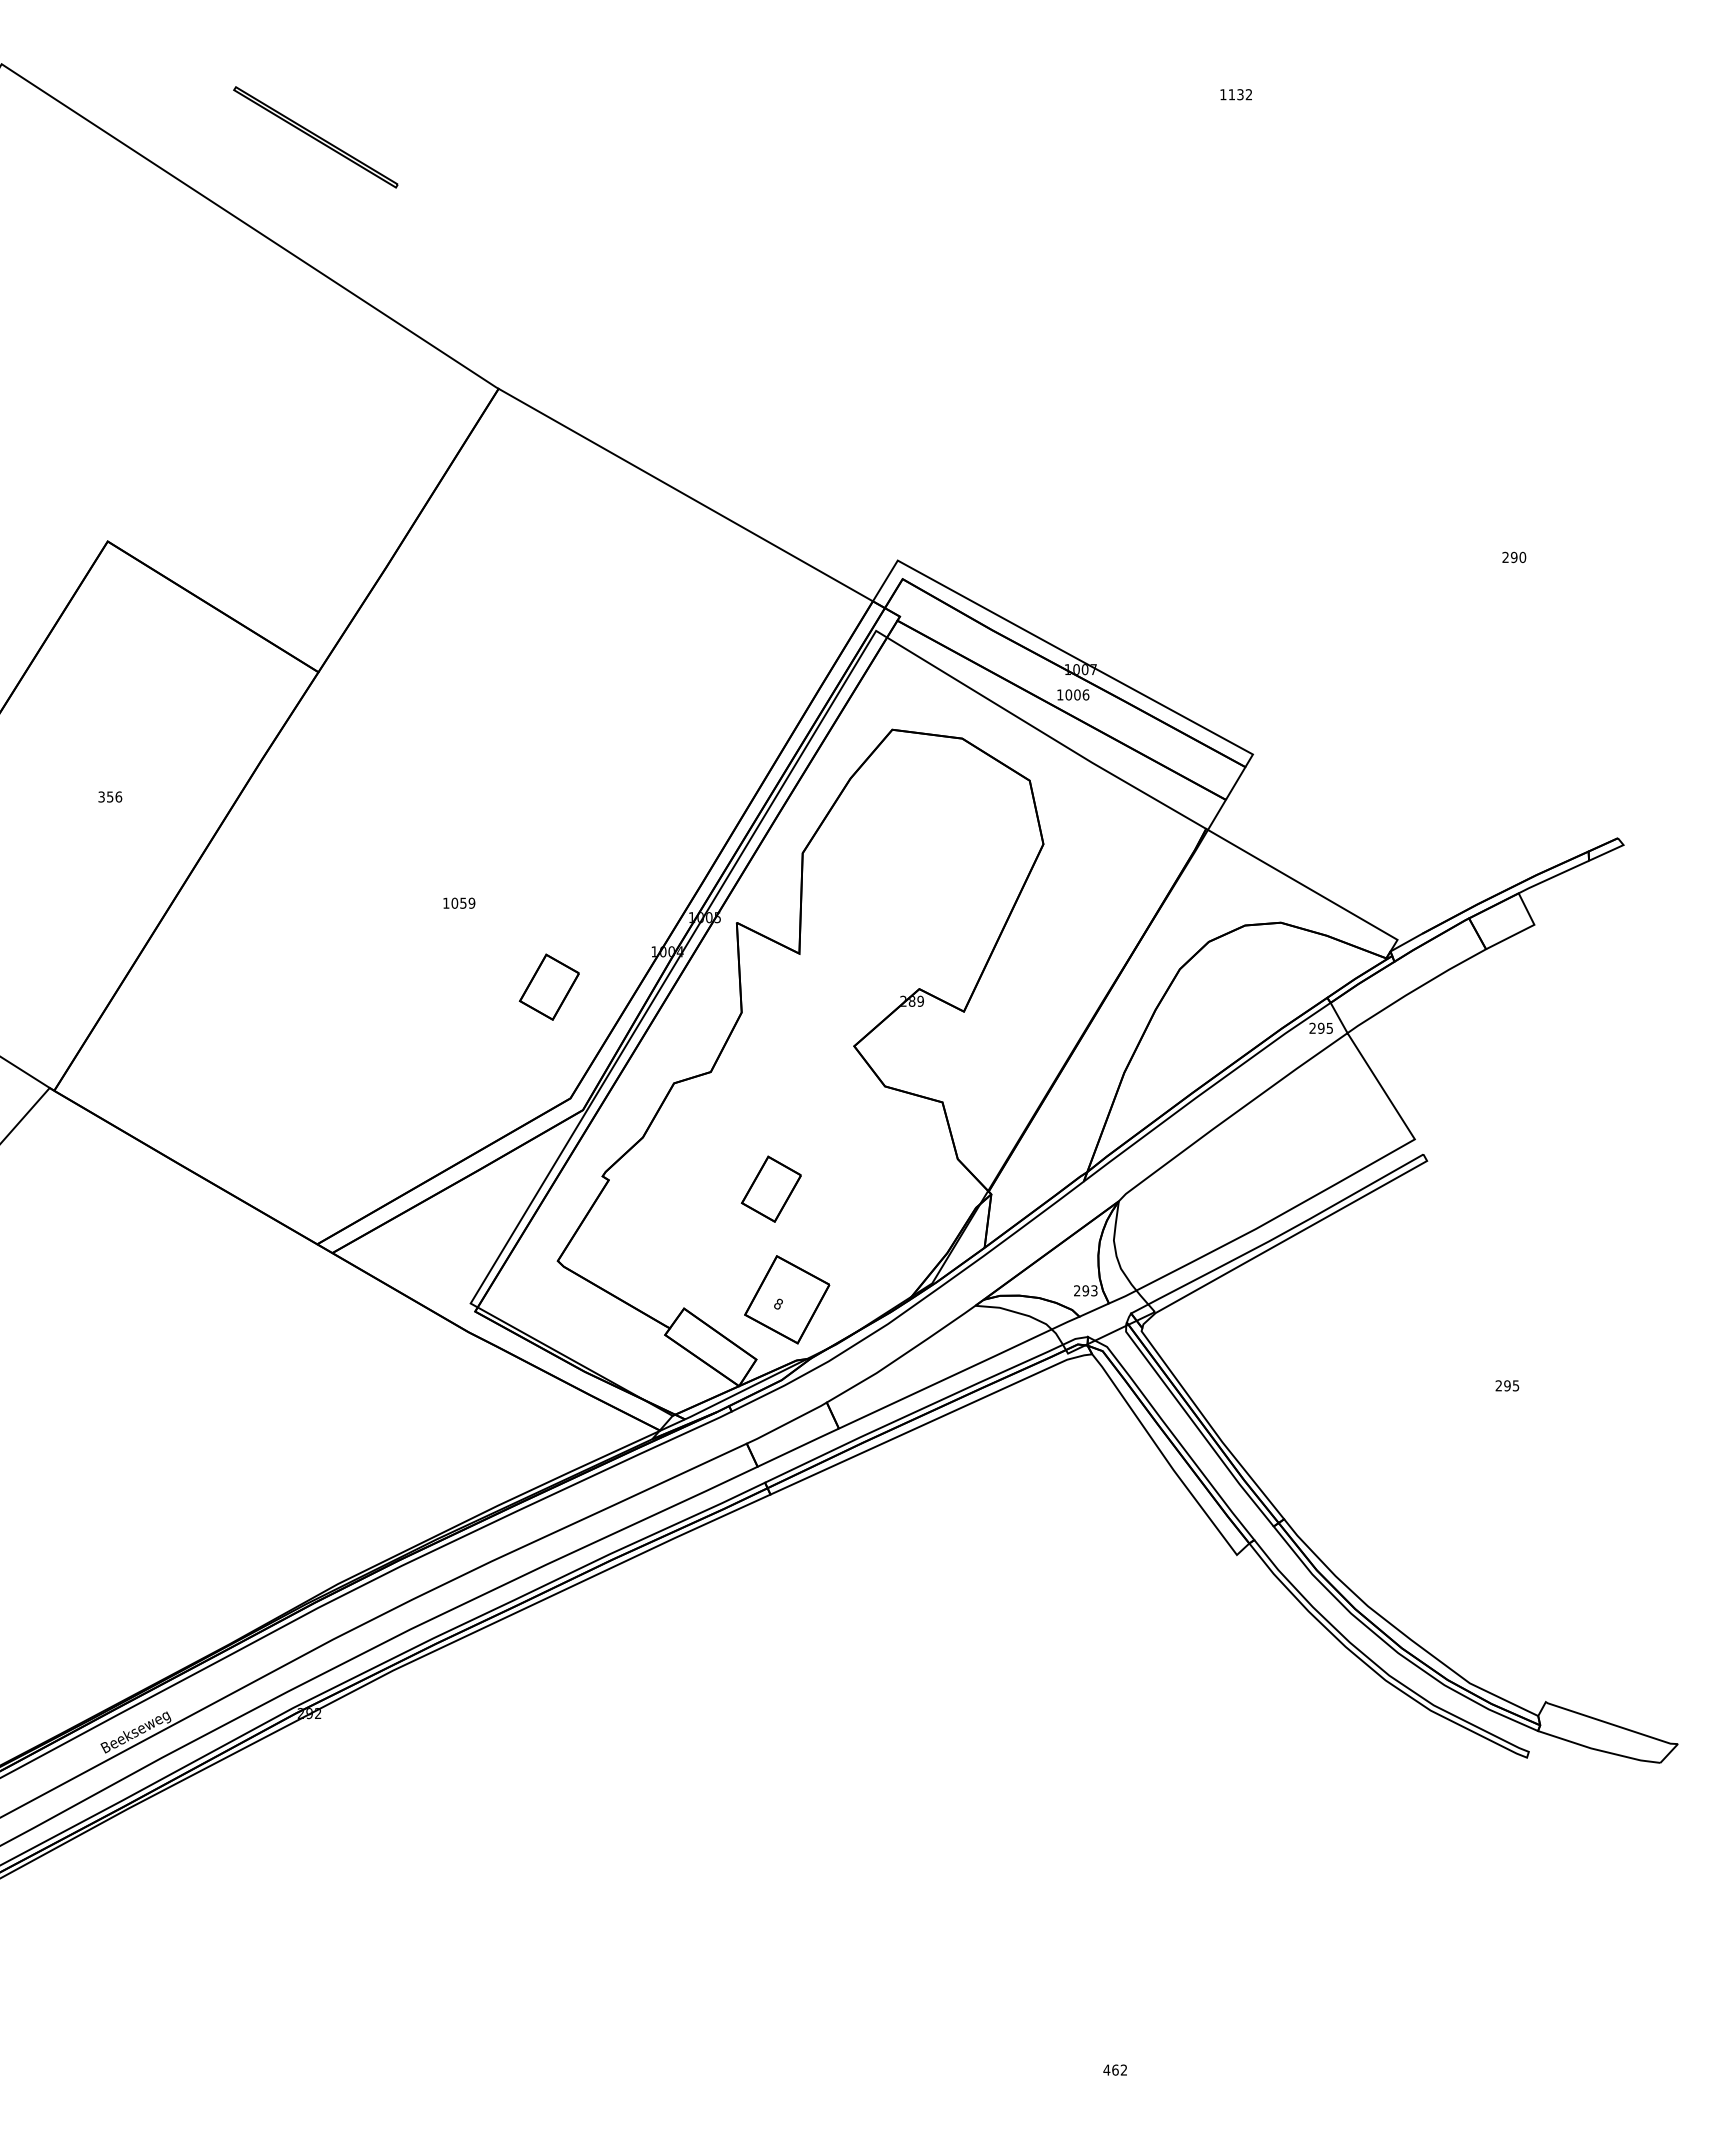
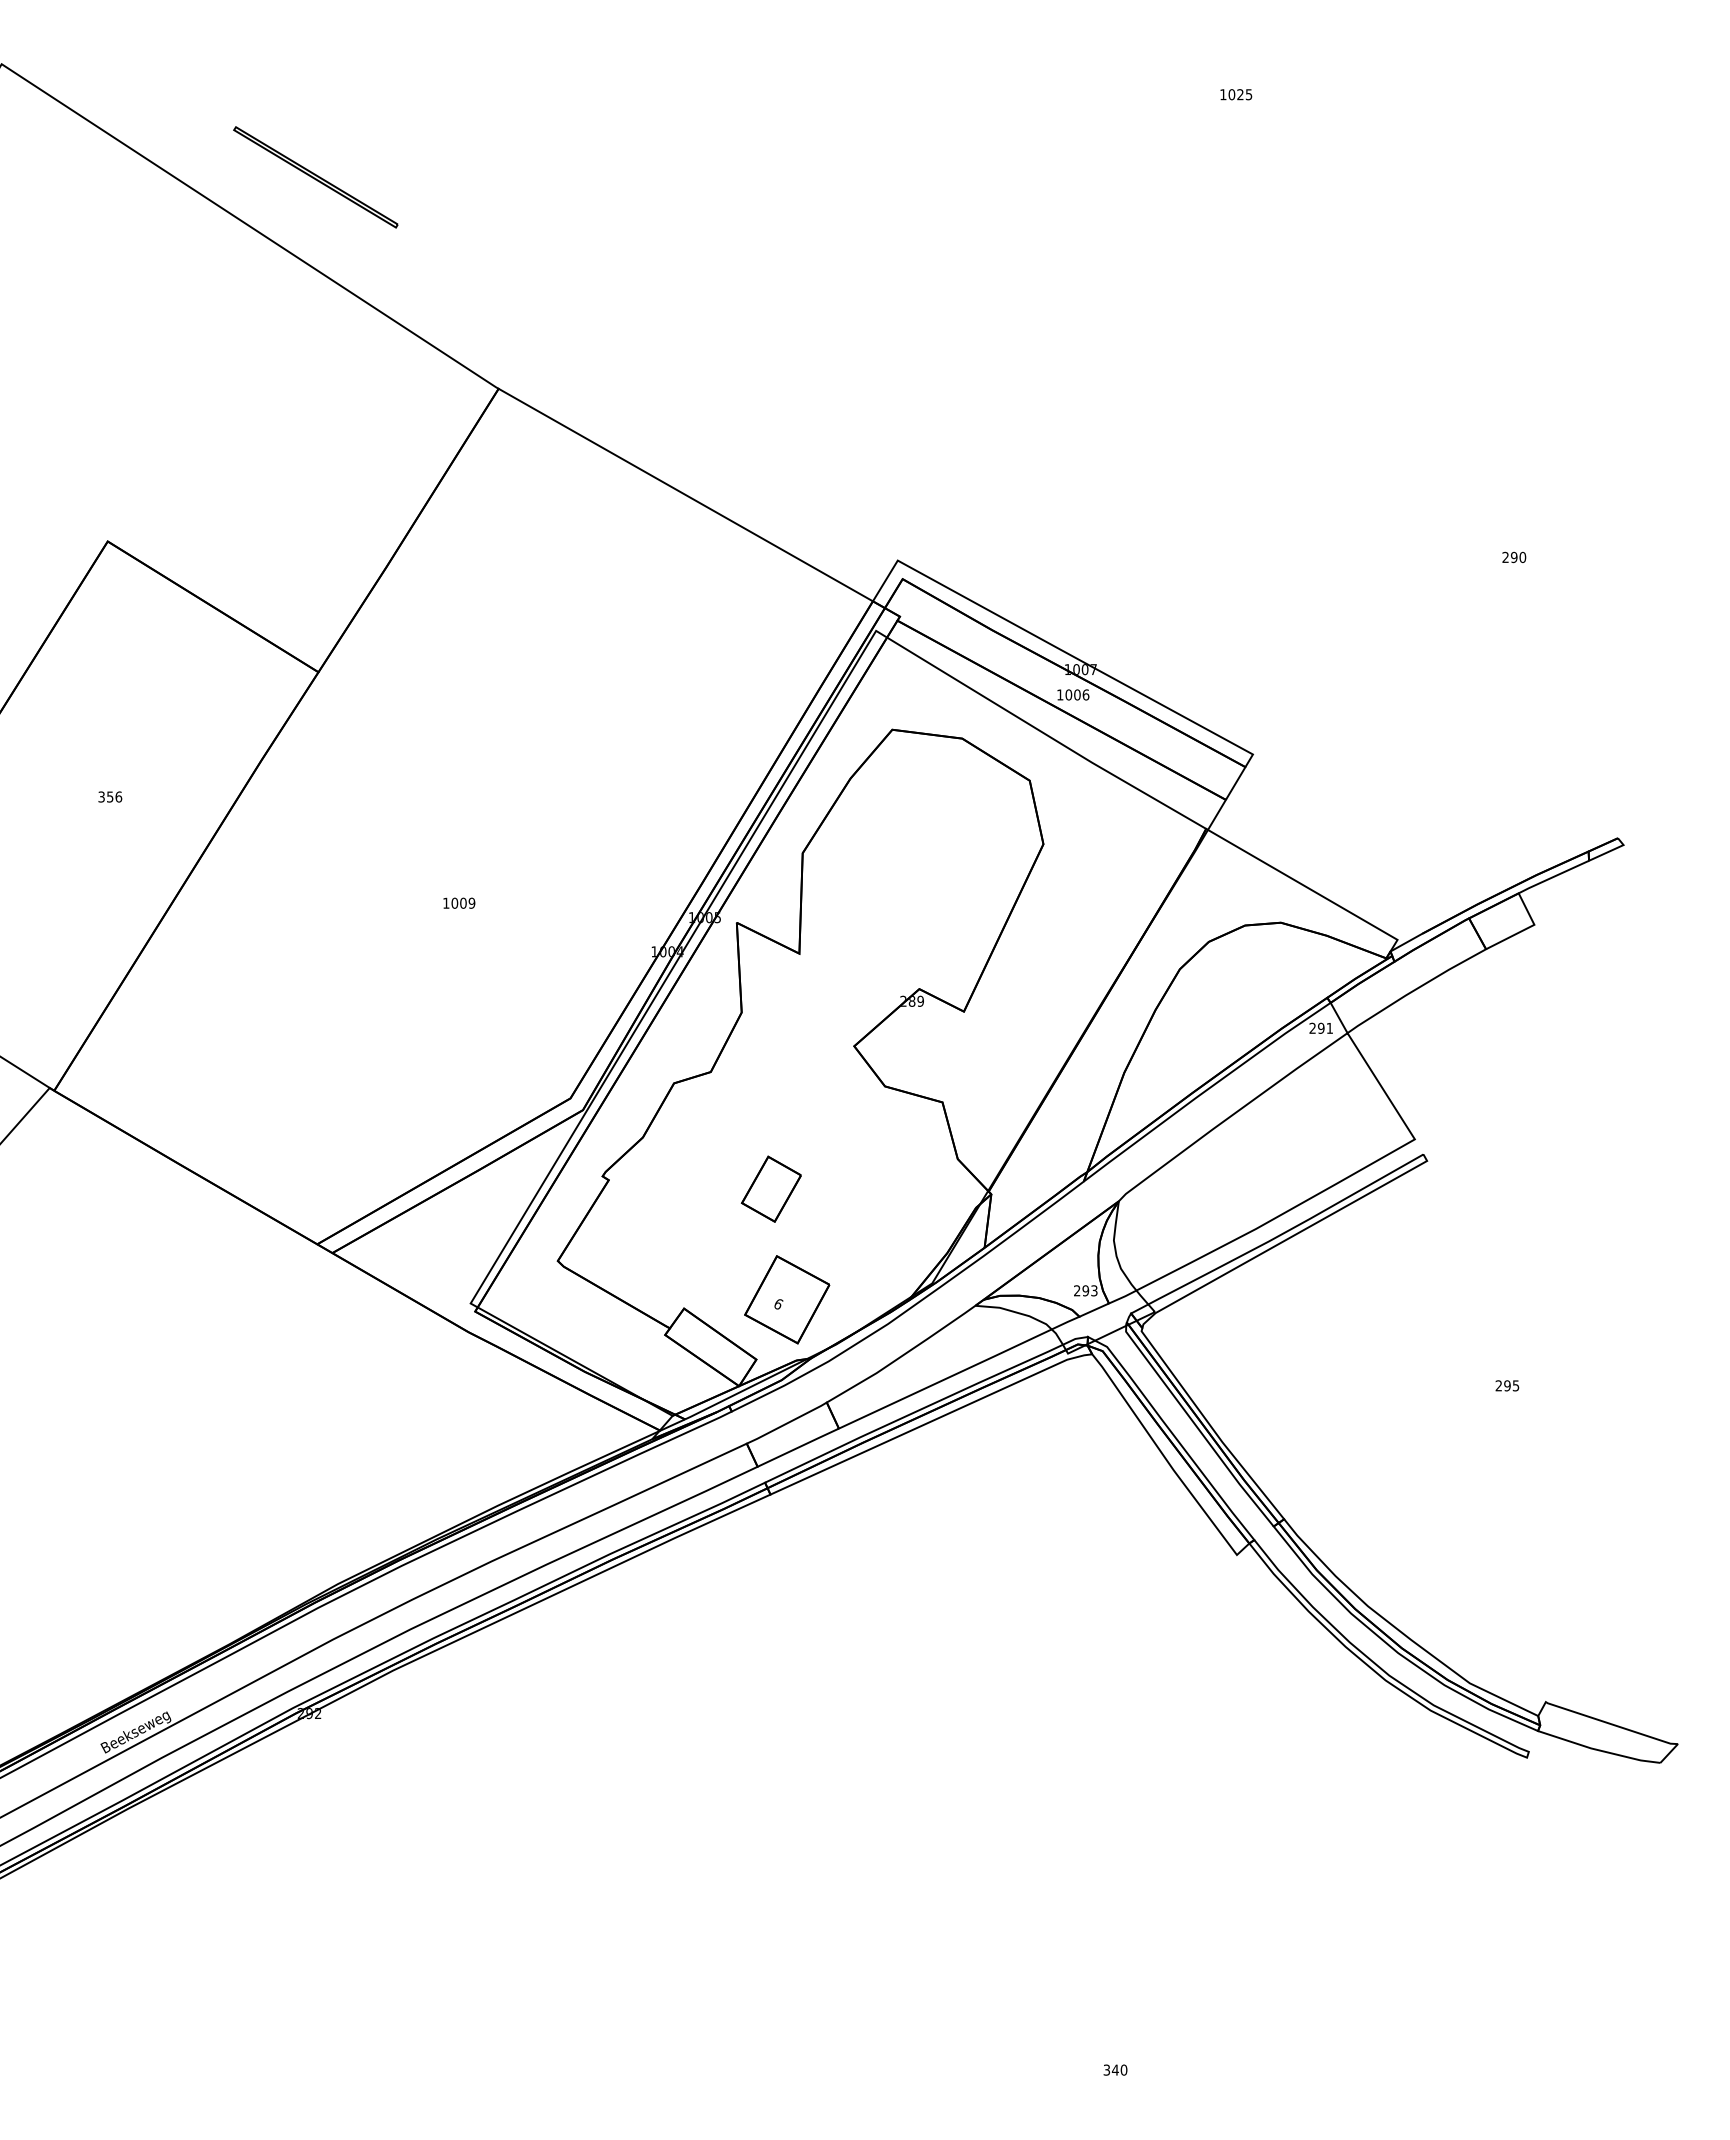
text at (1240, 94): 1132 -> 1025
part at (315, 137) position: (315, 137) -> (315, 177)
text at (463, 902): 1059 -> 1009
part at (548, 986): present -> none
text at (1329, 1028): 295 -> 291
text at (778, 1302): 8 -> 6
text at (1115, 2069): 462 -> 340
